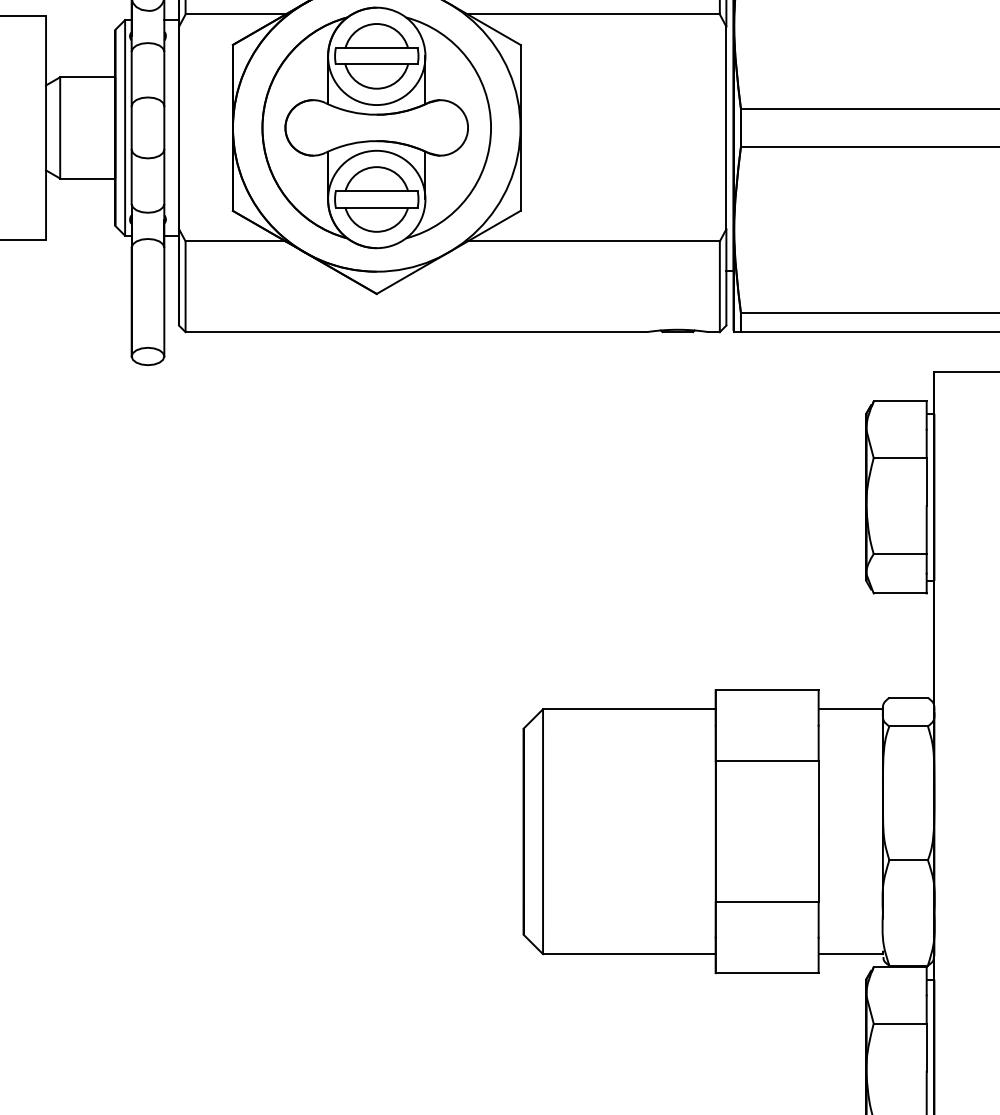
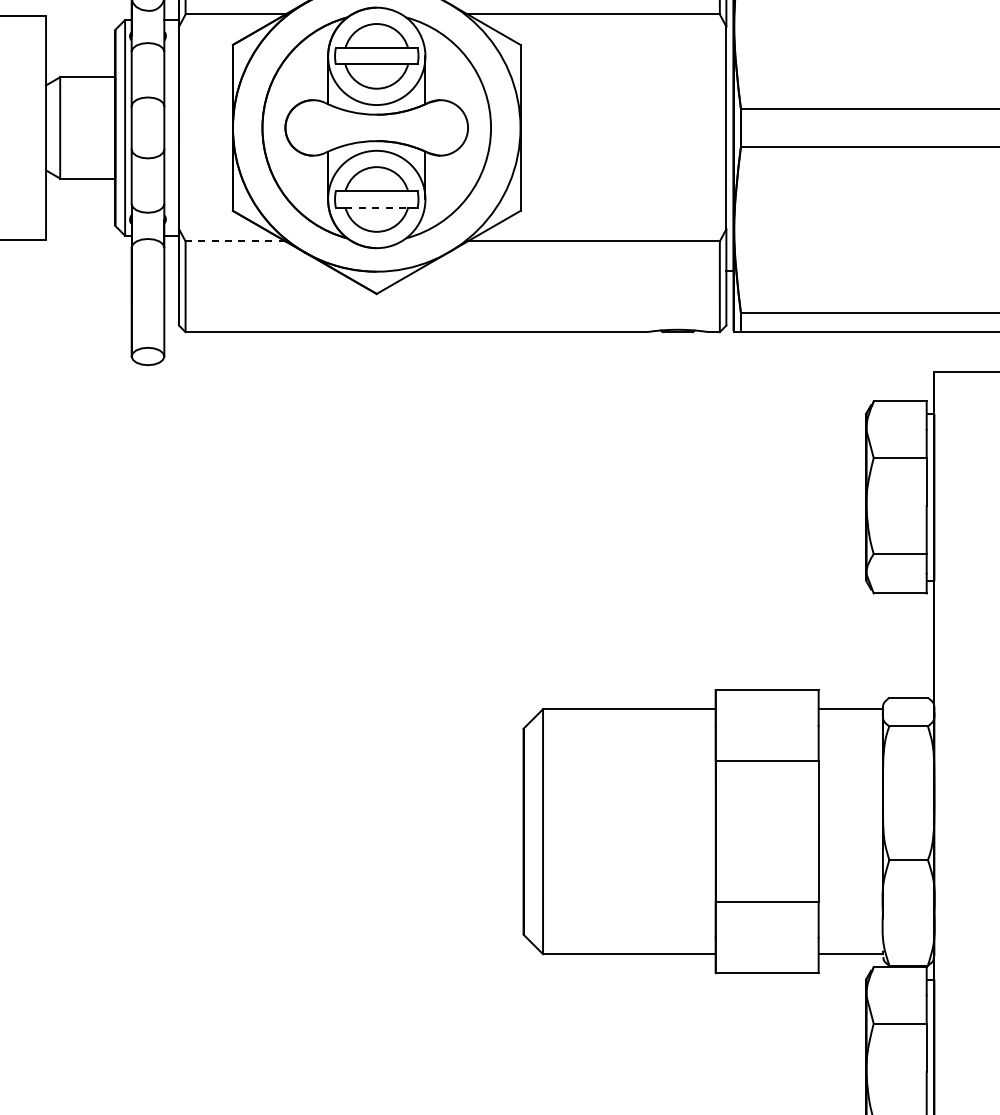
line at (377, 207): solid -> dashed
line at (235, 241): solid -> dashed
